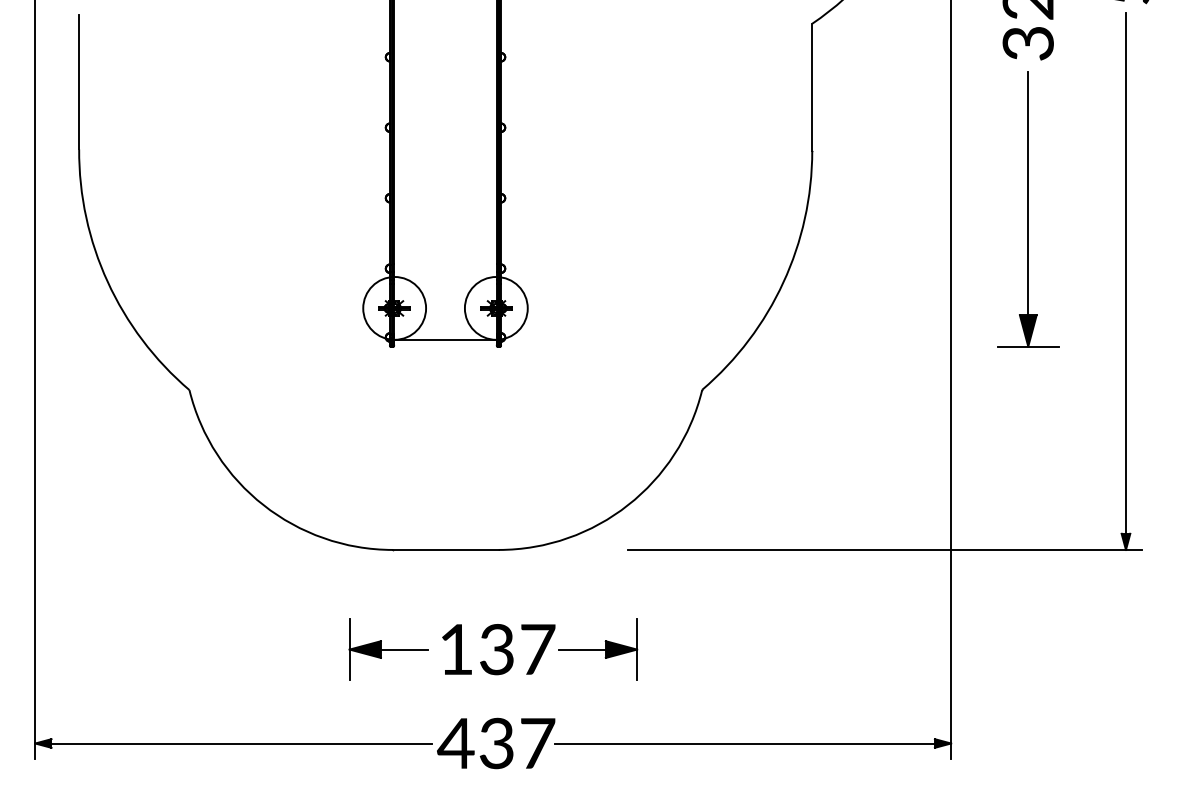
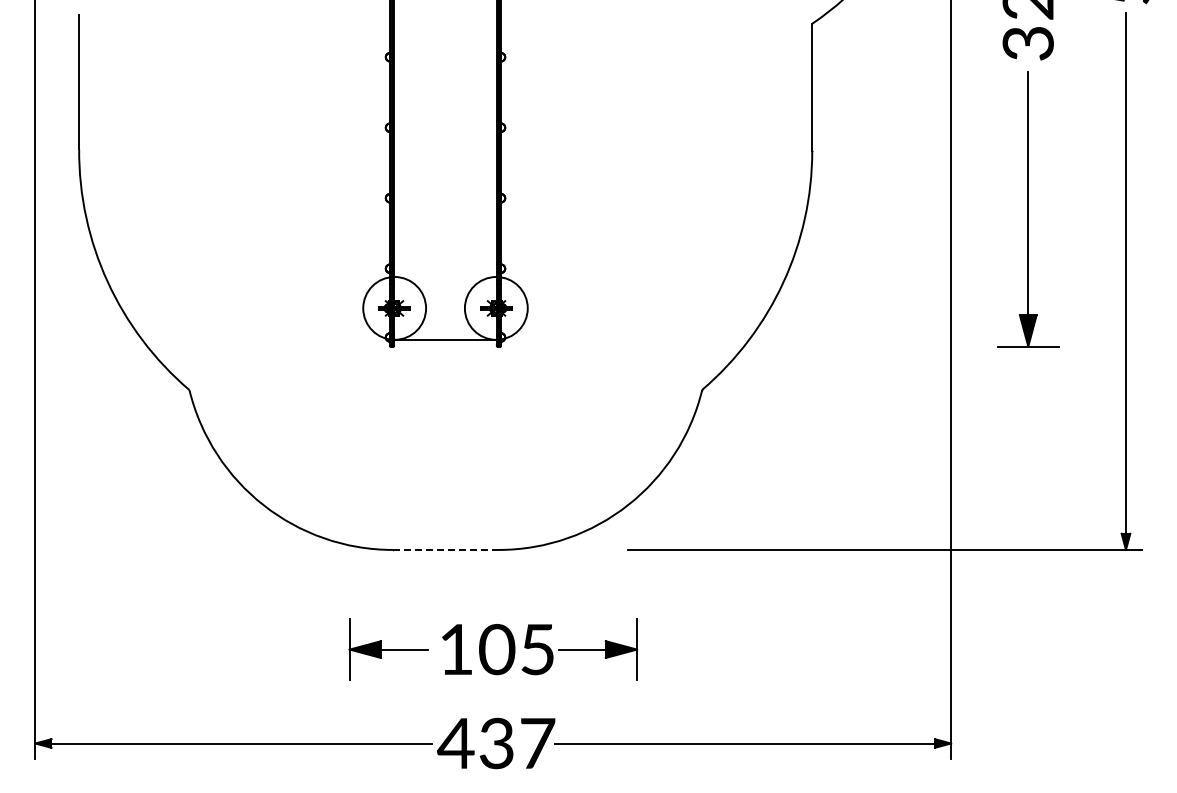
line at (445, 549): solid -> dashed
text at (517, 649): 137 -> 105
